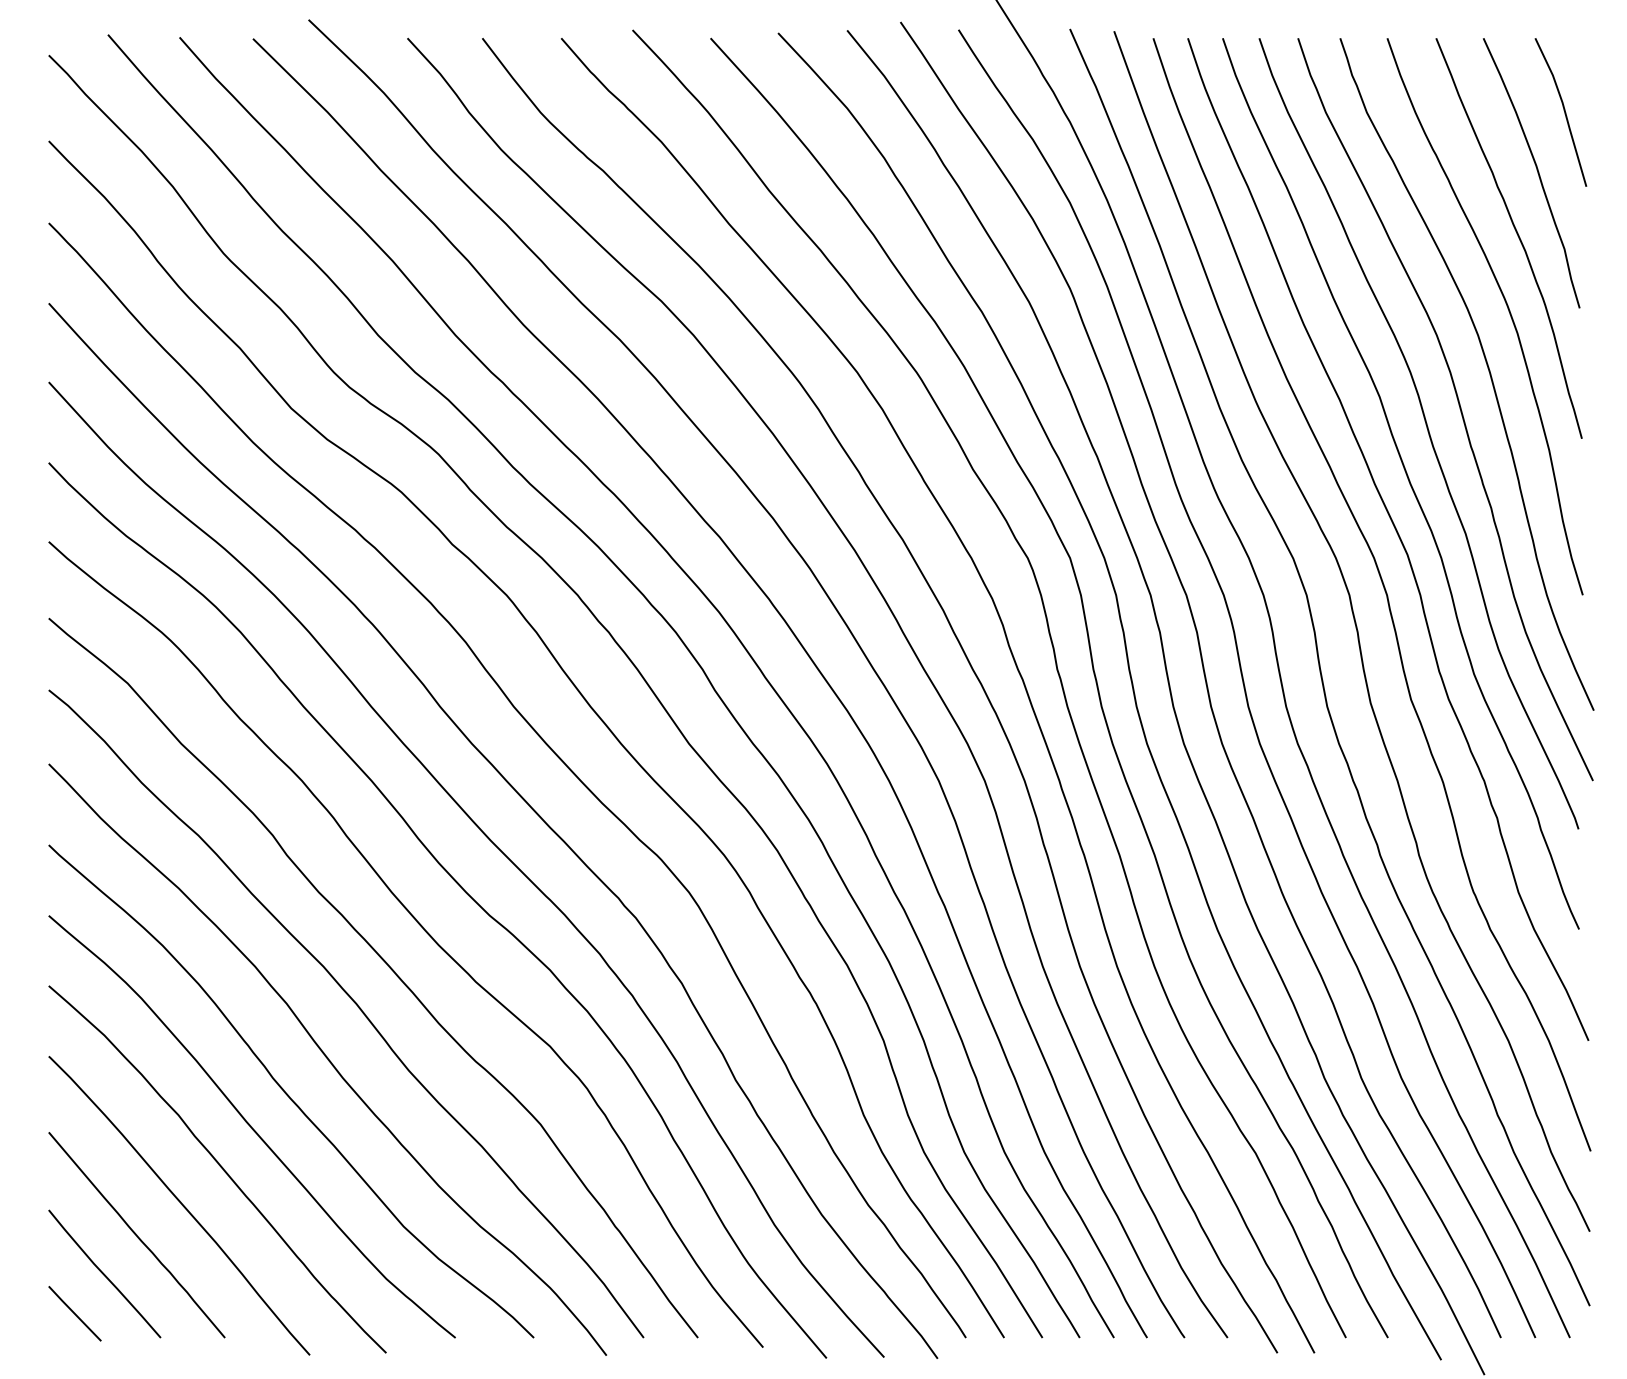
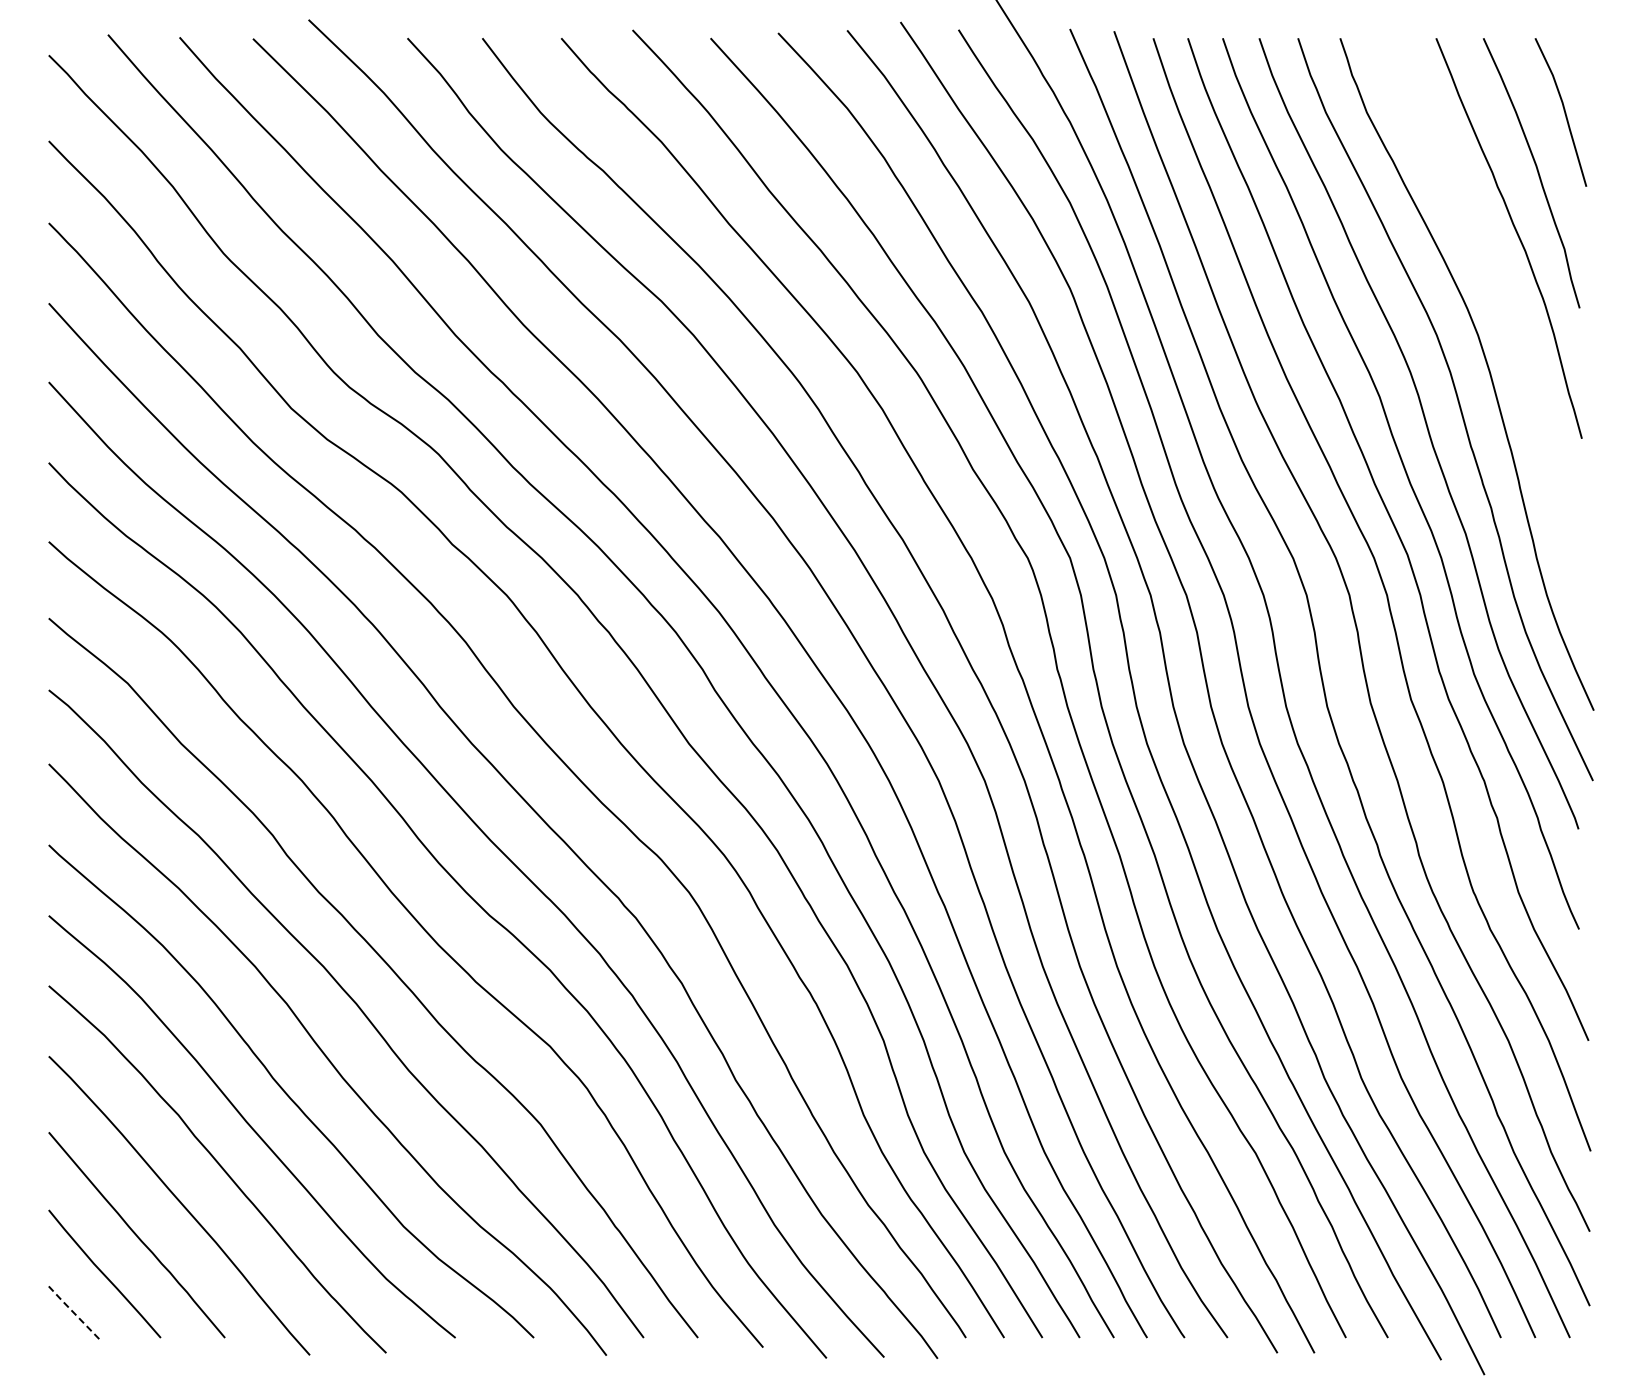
curve at (1507, 309): present -> none
line at (74, 1313): solid -> dashed
